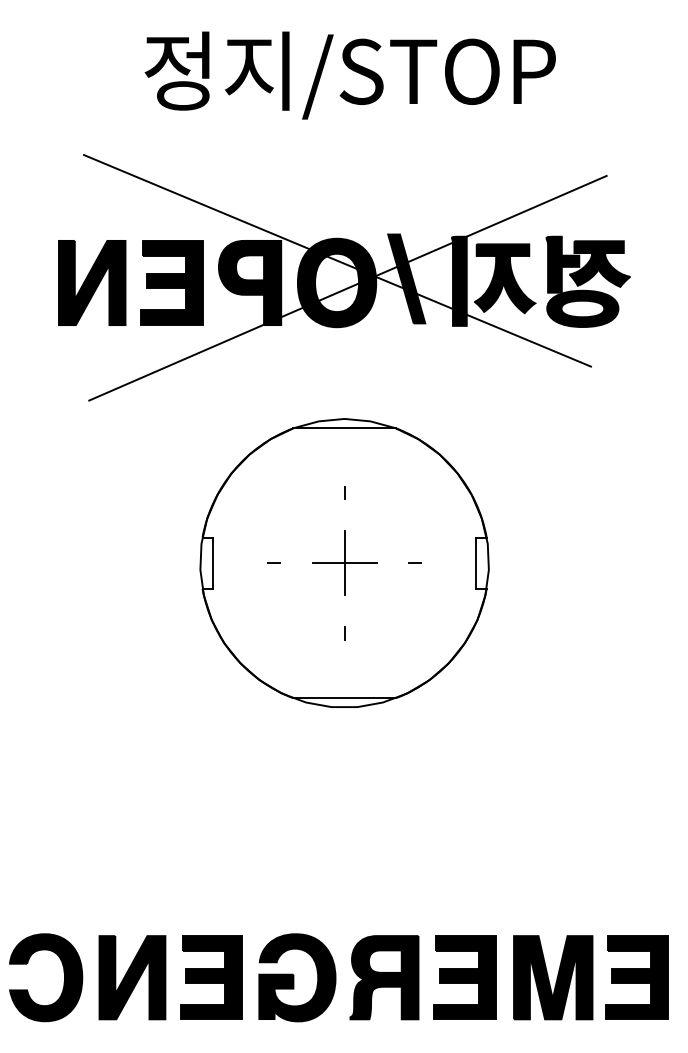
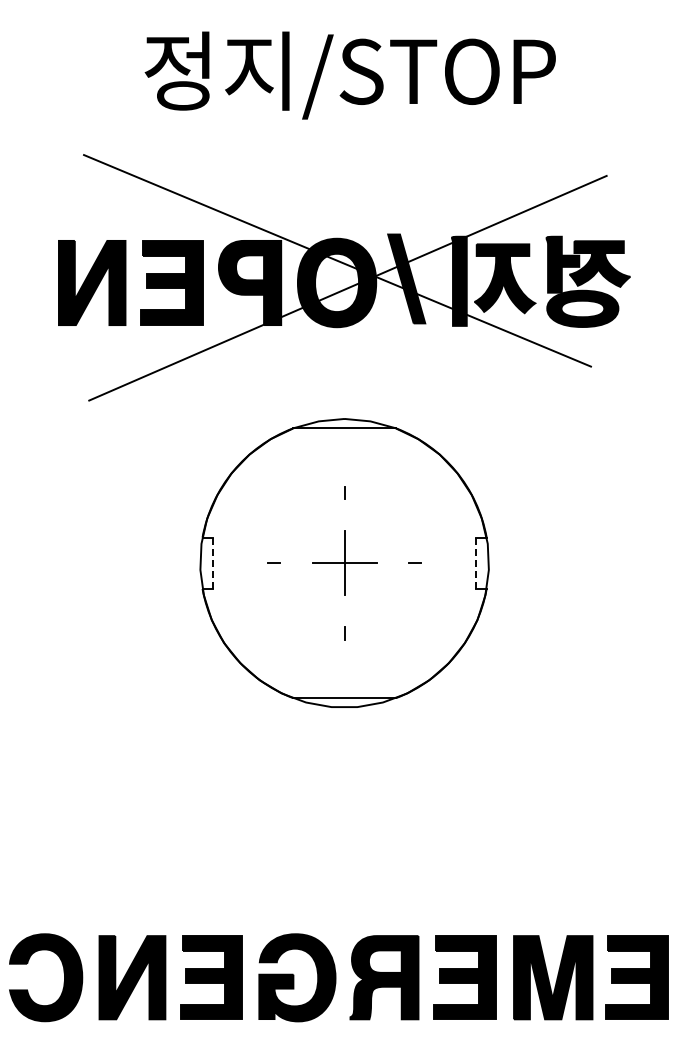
line at (213, 563): solid -> dashed
line at (476, 563): solid -> dashed
